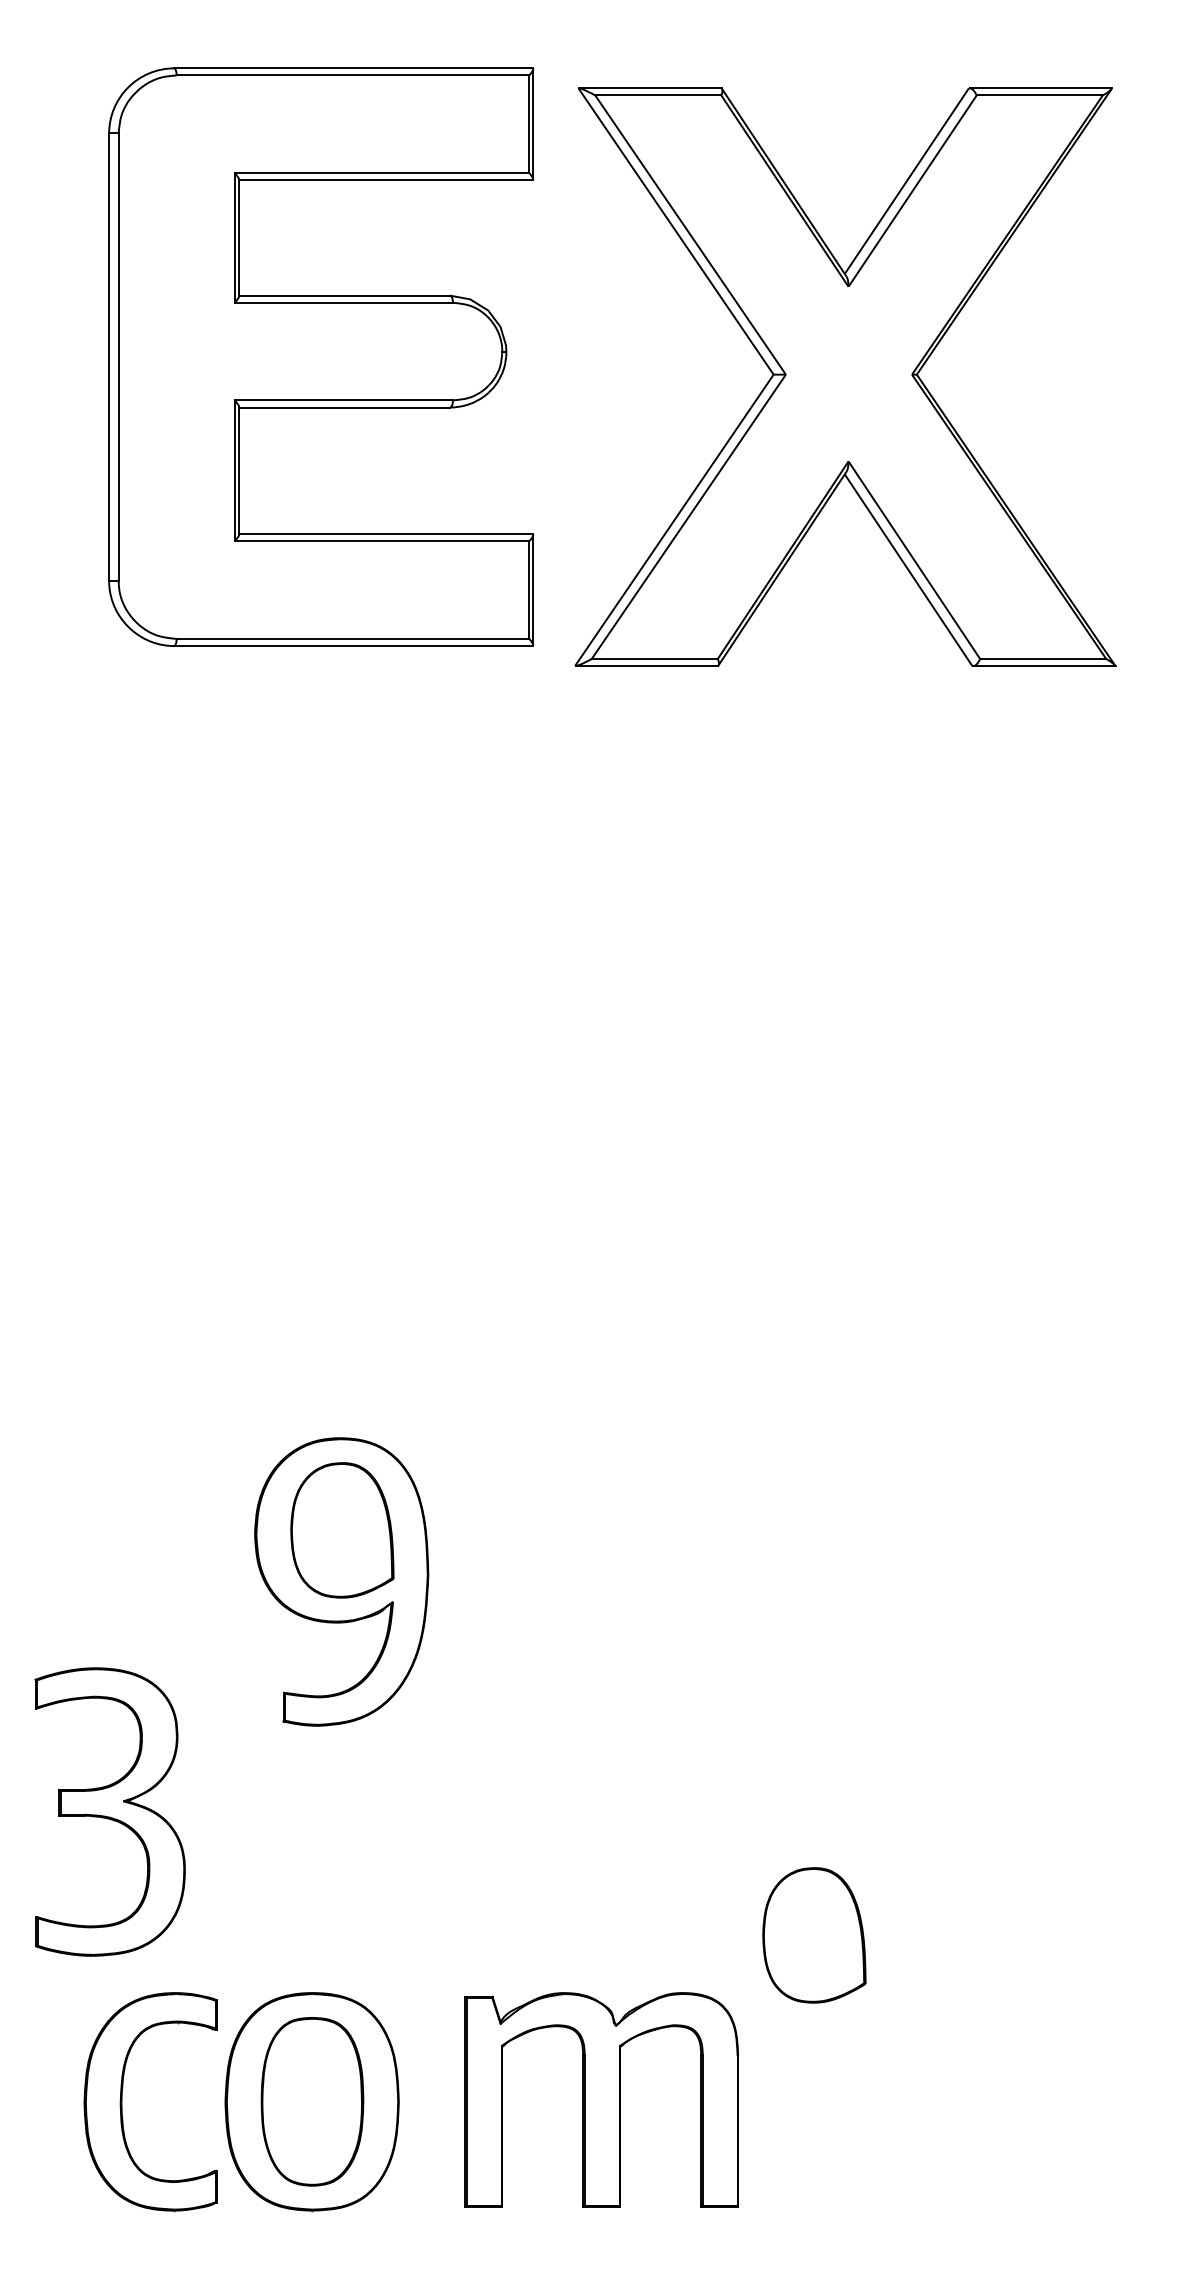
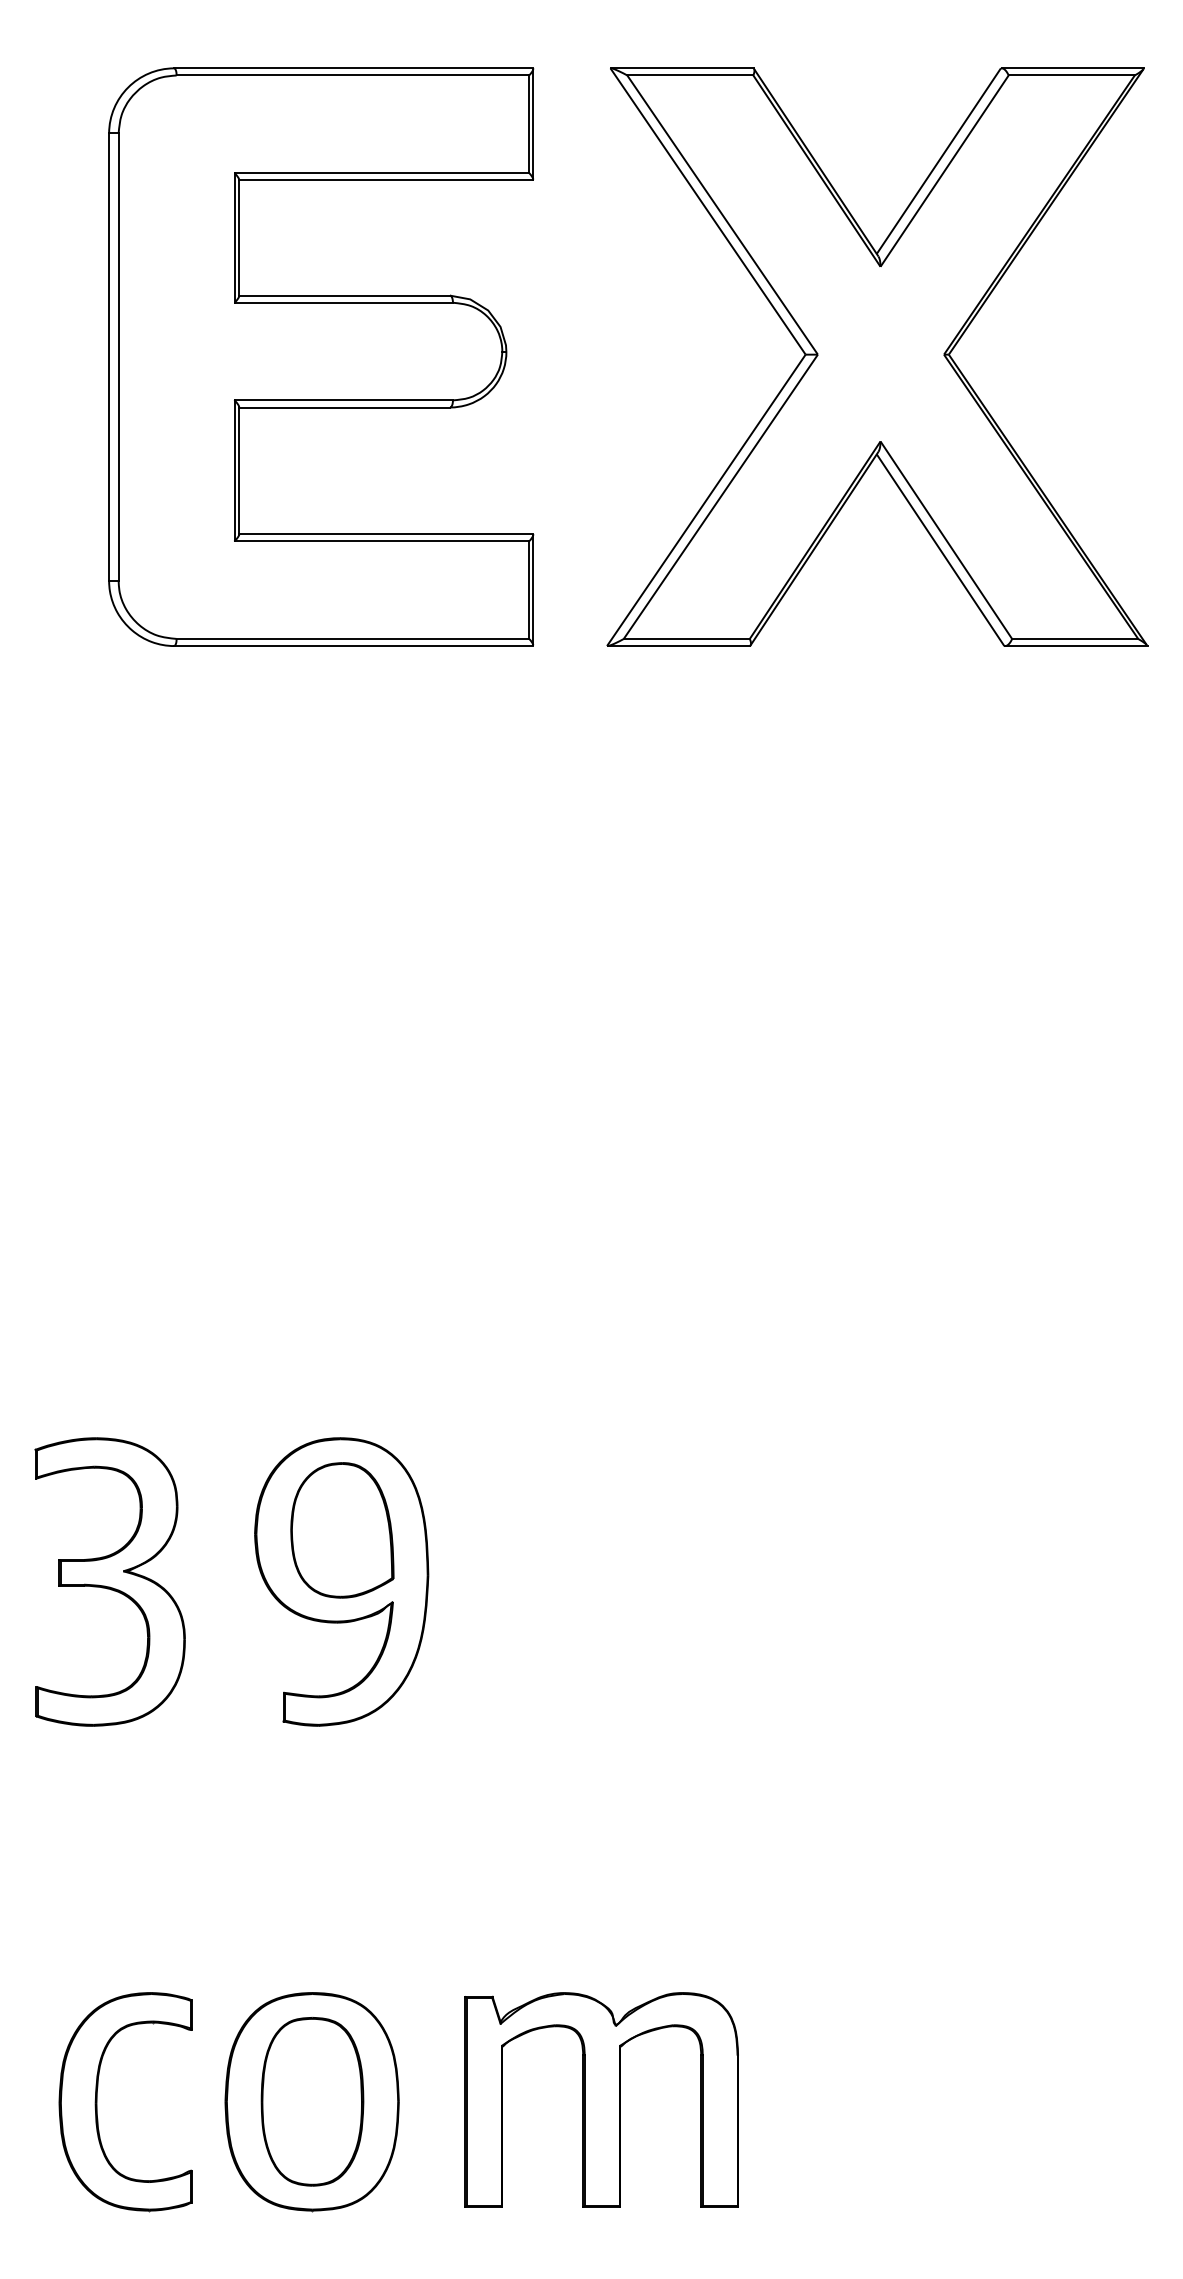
part at (845, 376) position: (845, 376) -> (877, 356)
part at (109, 1811) position: (109, 1811) -> (109, 1581)
part at (814, 1935): present -> none
part at (122, 2102) position: (122, 2102) -> (97, 2102)
